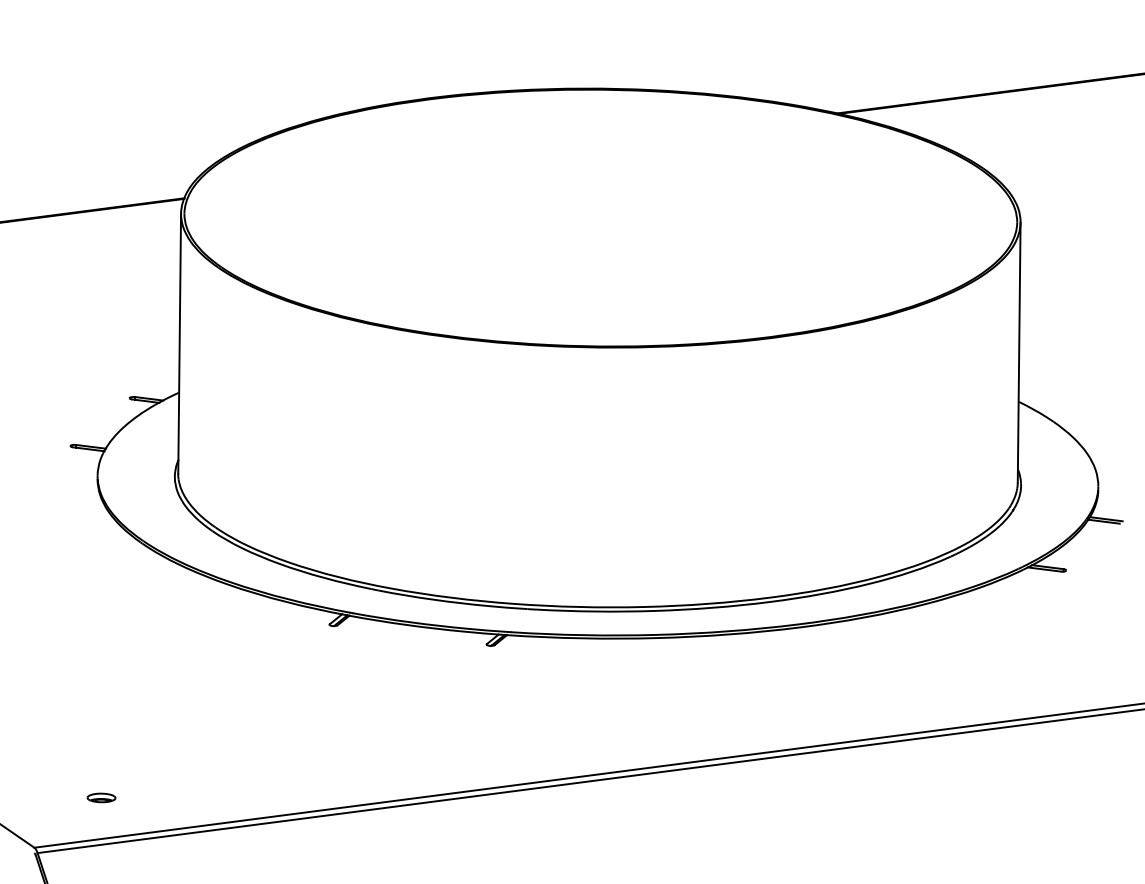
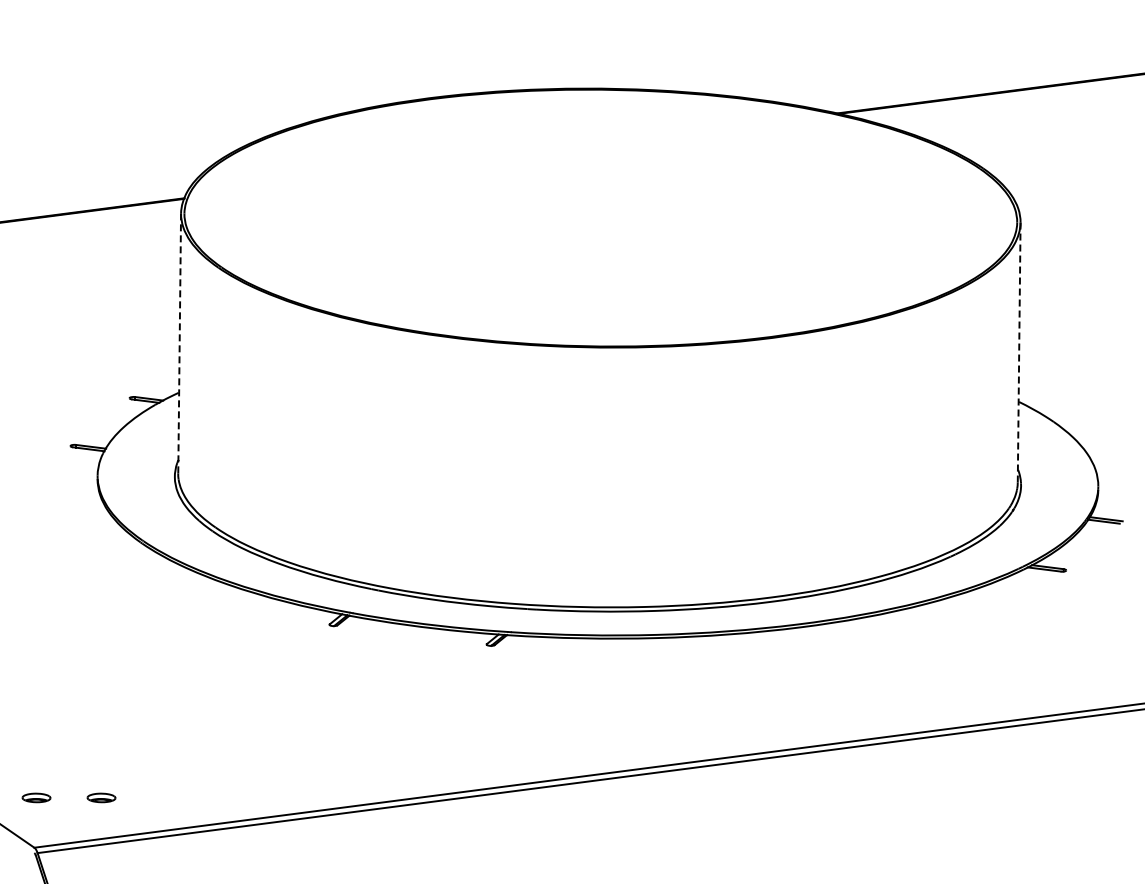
line at (179, 343): solid -> dashed
line at (1019, 352): solid -> dashed
part at (36, 797): none -> present
